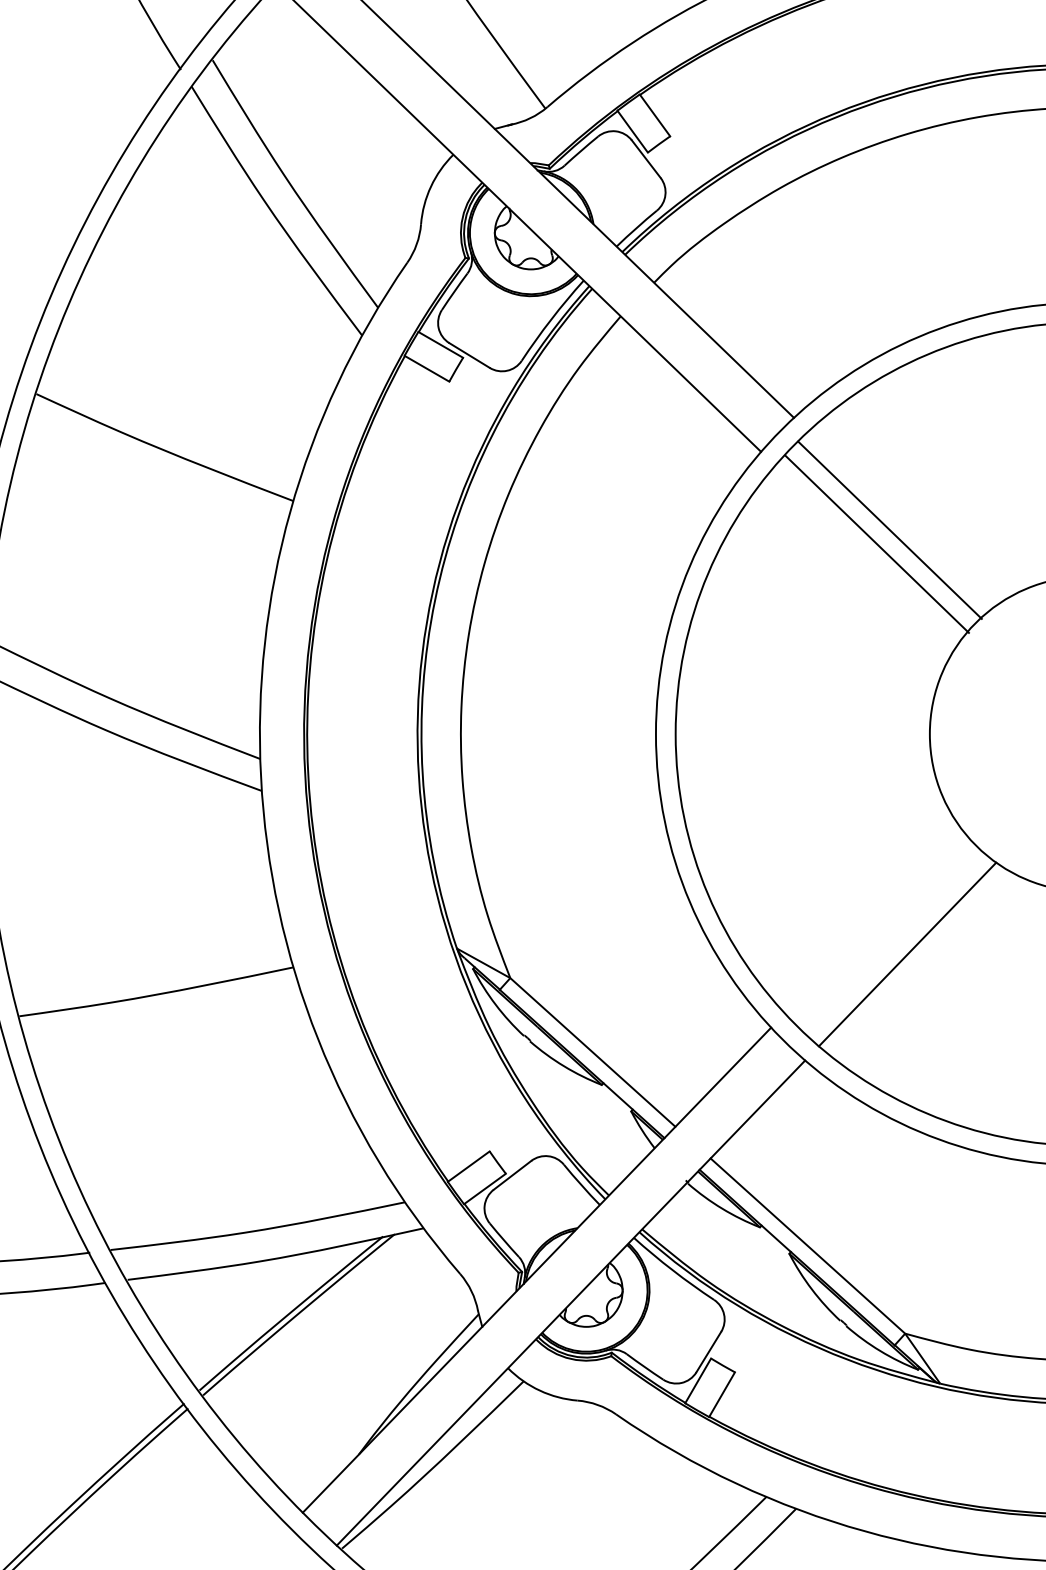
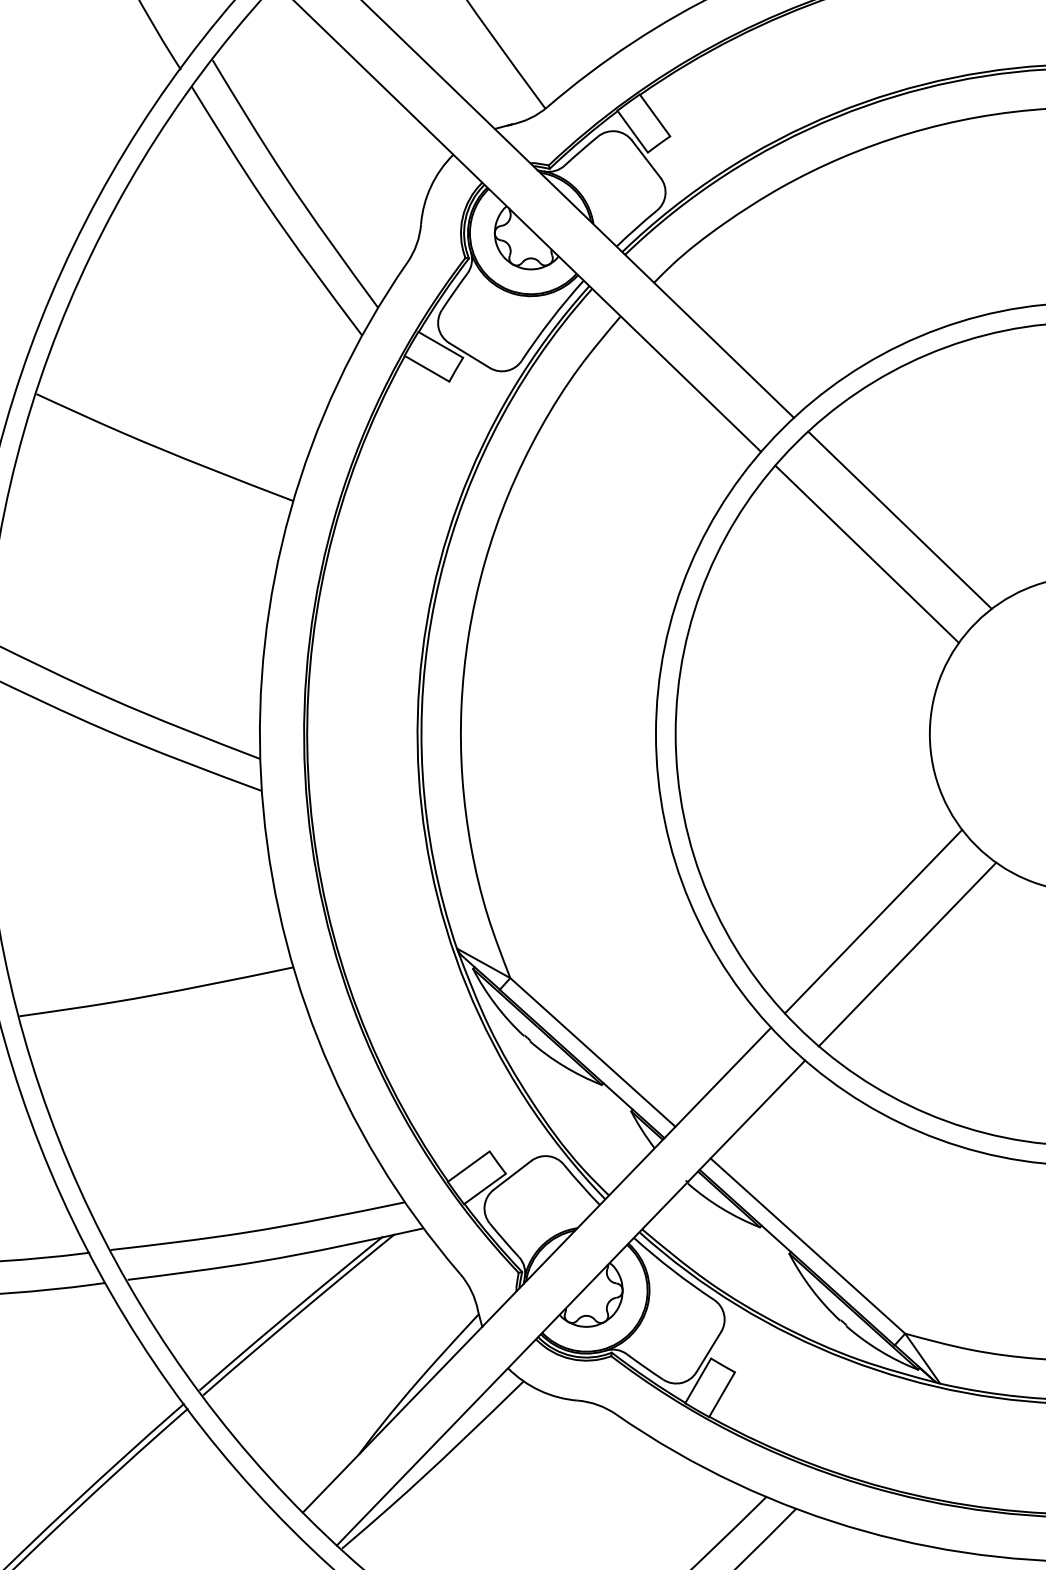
line at (889, 529) position: (889, 529) -> (899, 519)
line at (876, 543) position: (876, 543) -> (866, 553)
line at (873, 921): none -> present
